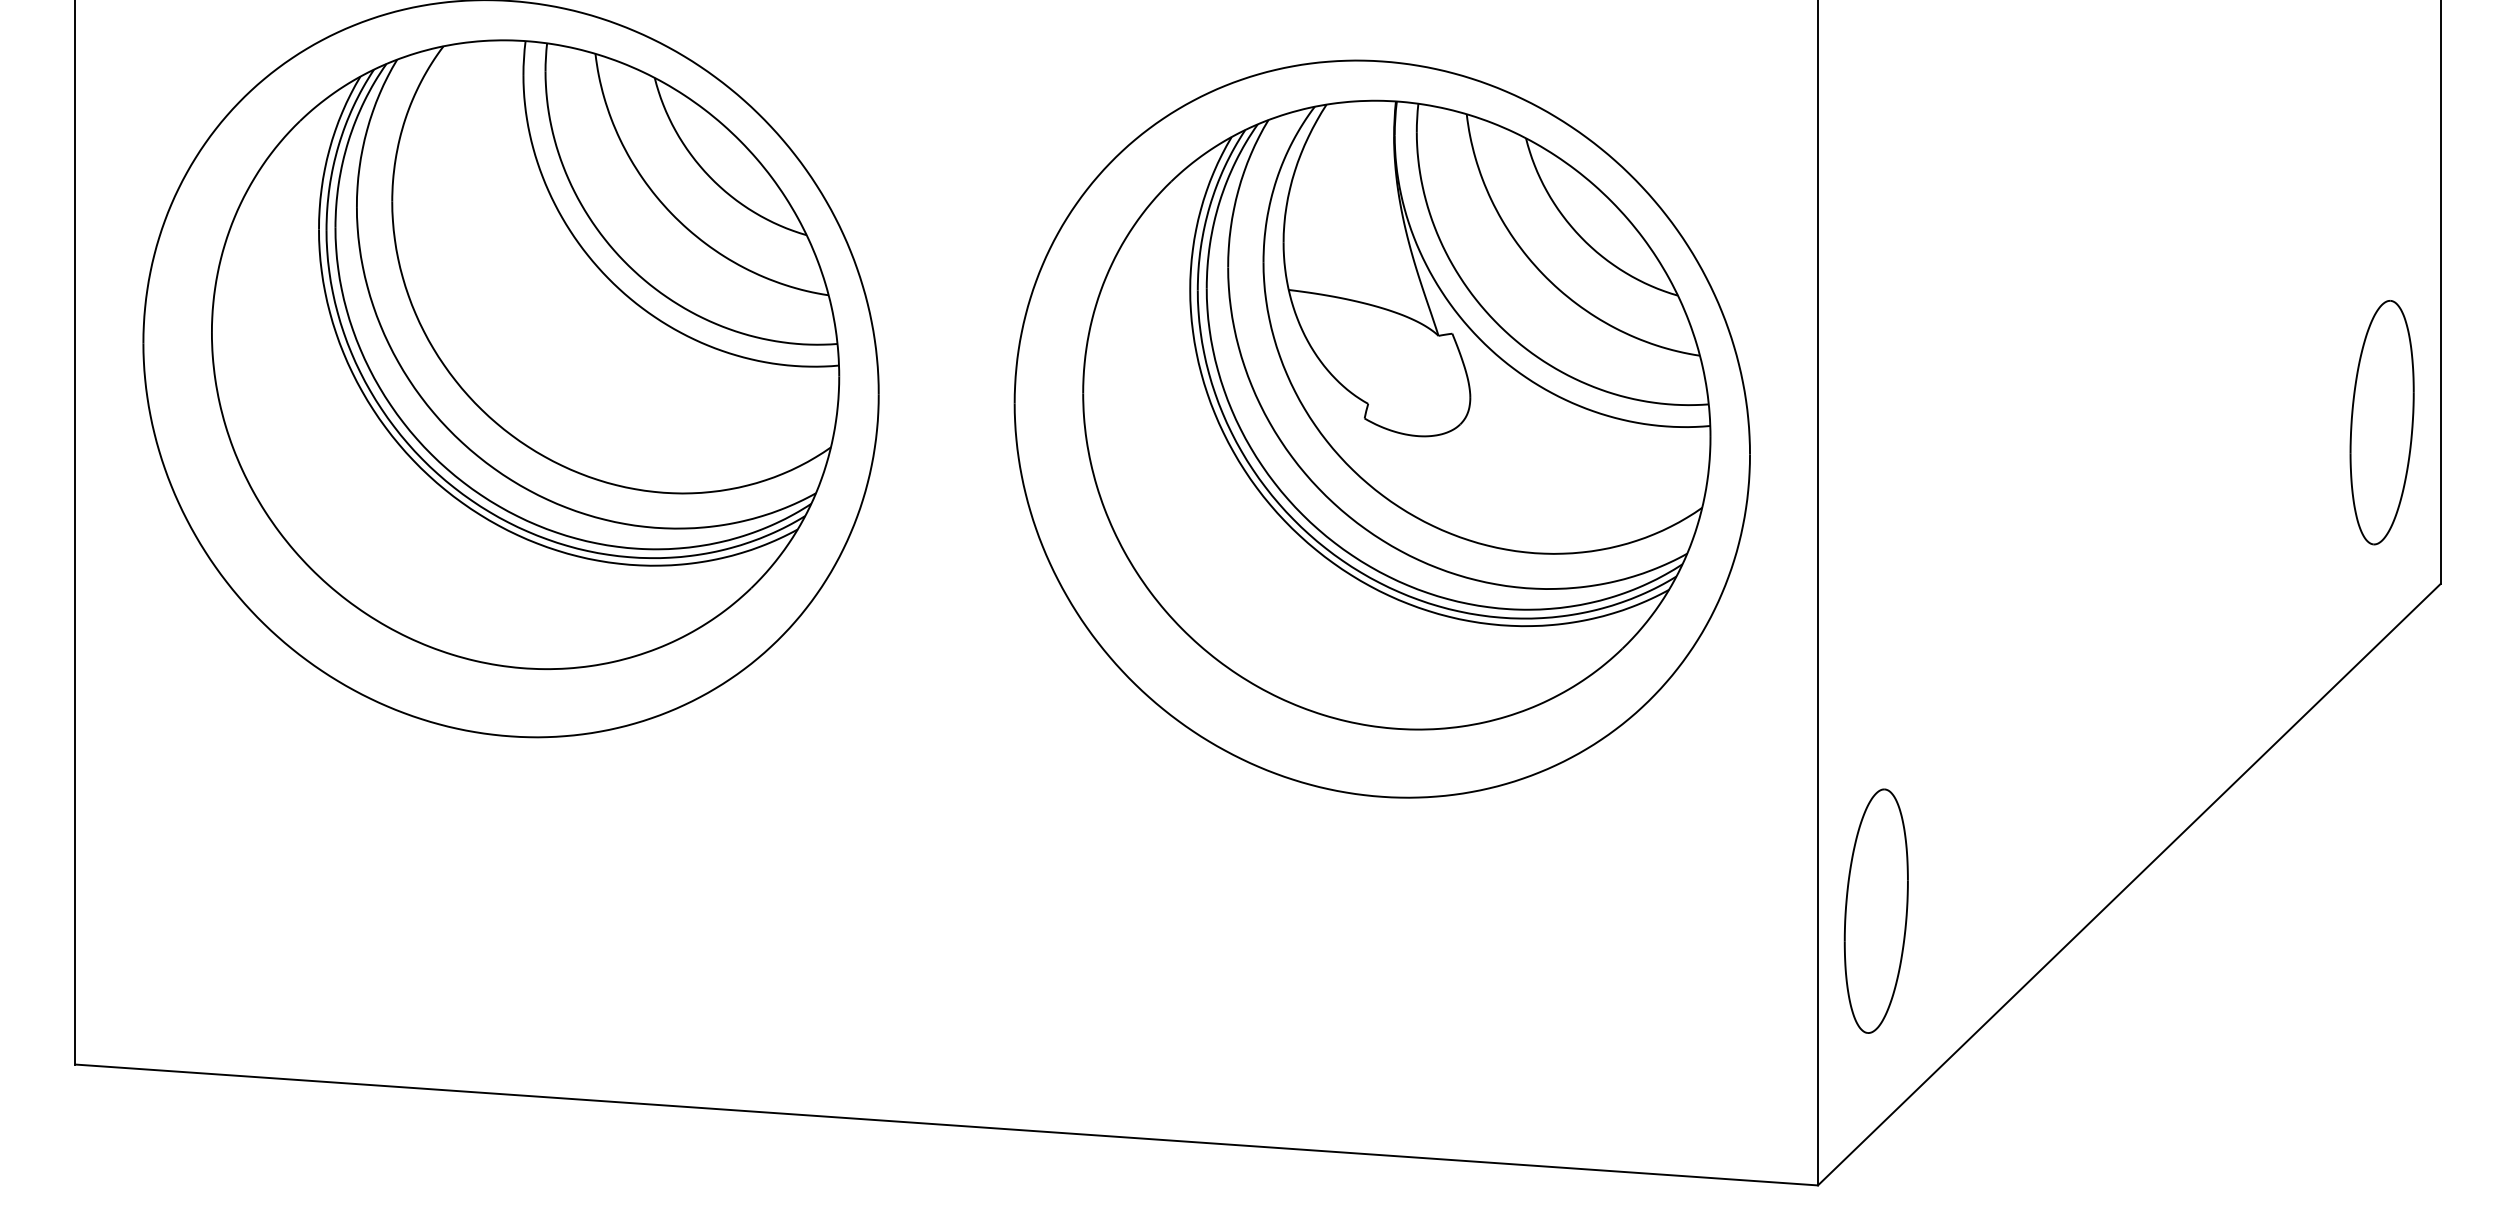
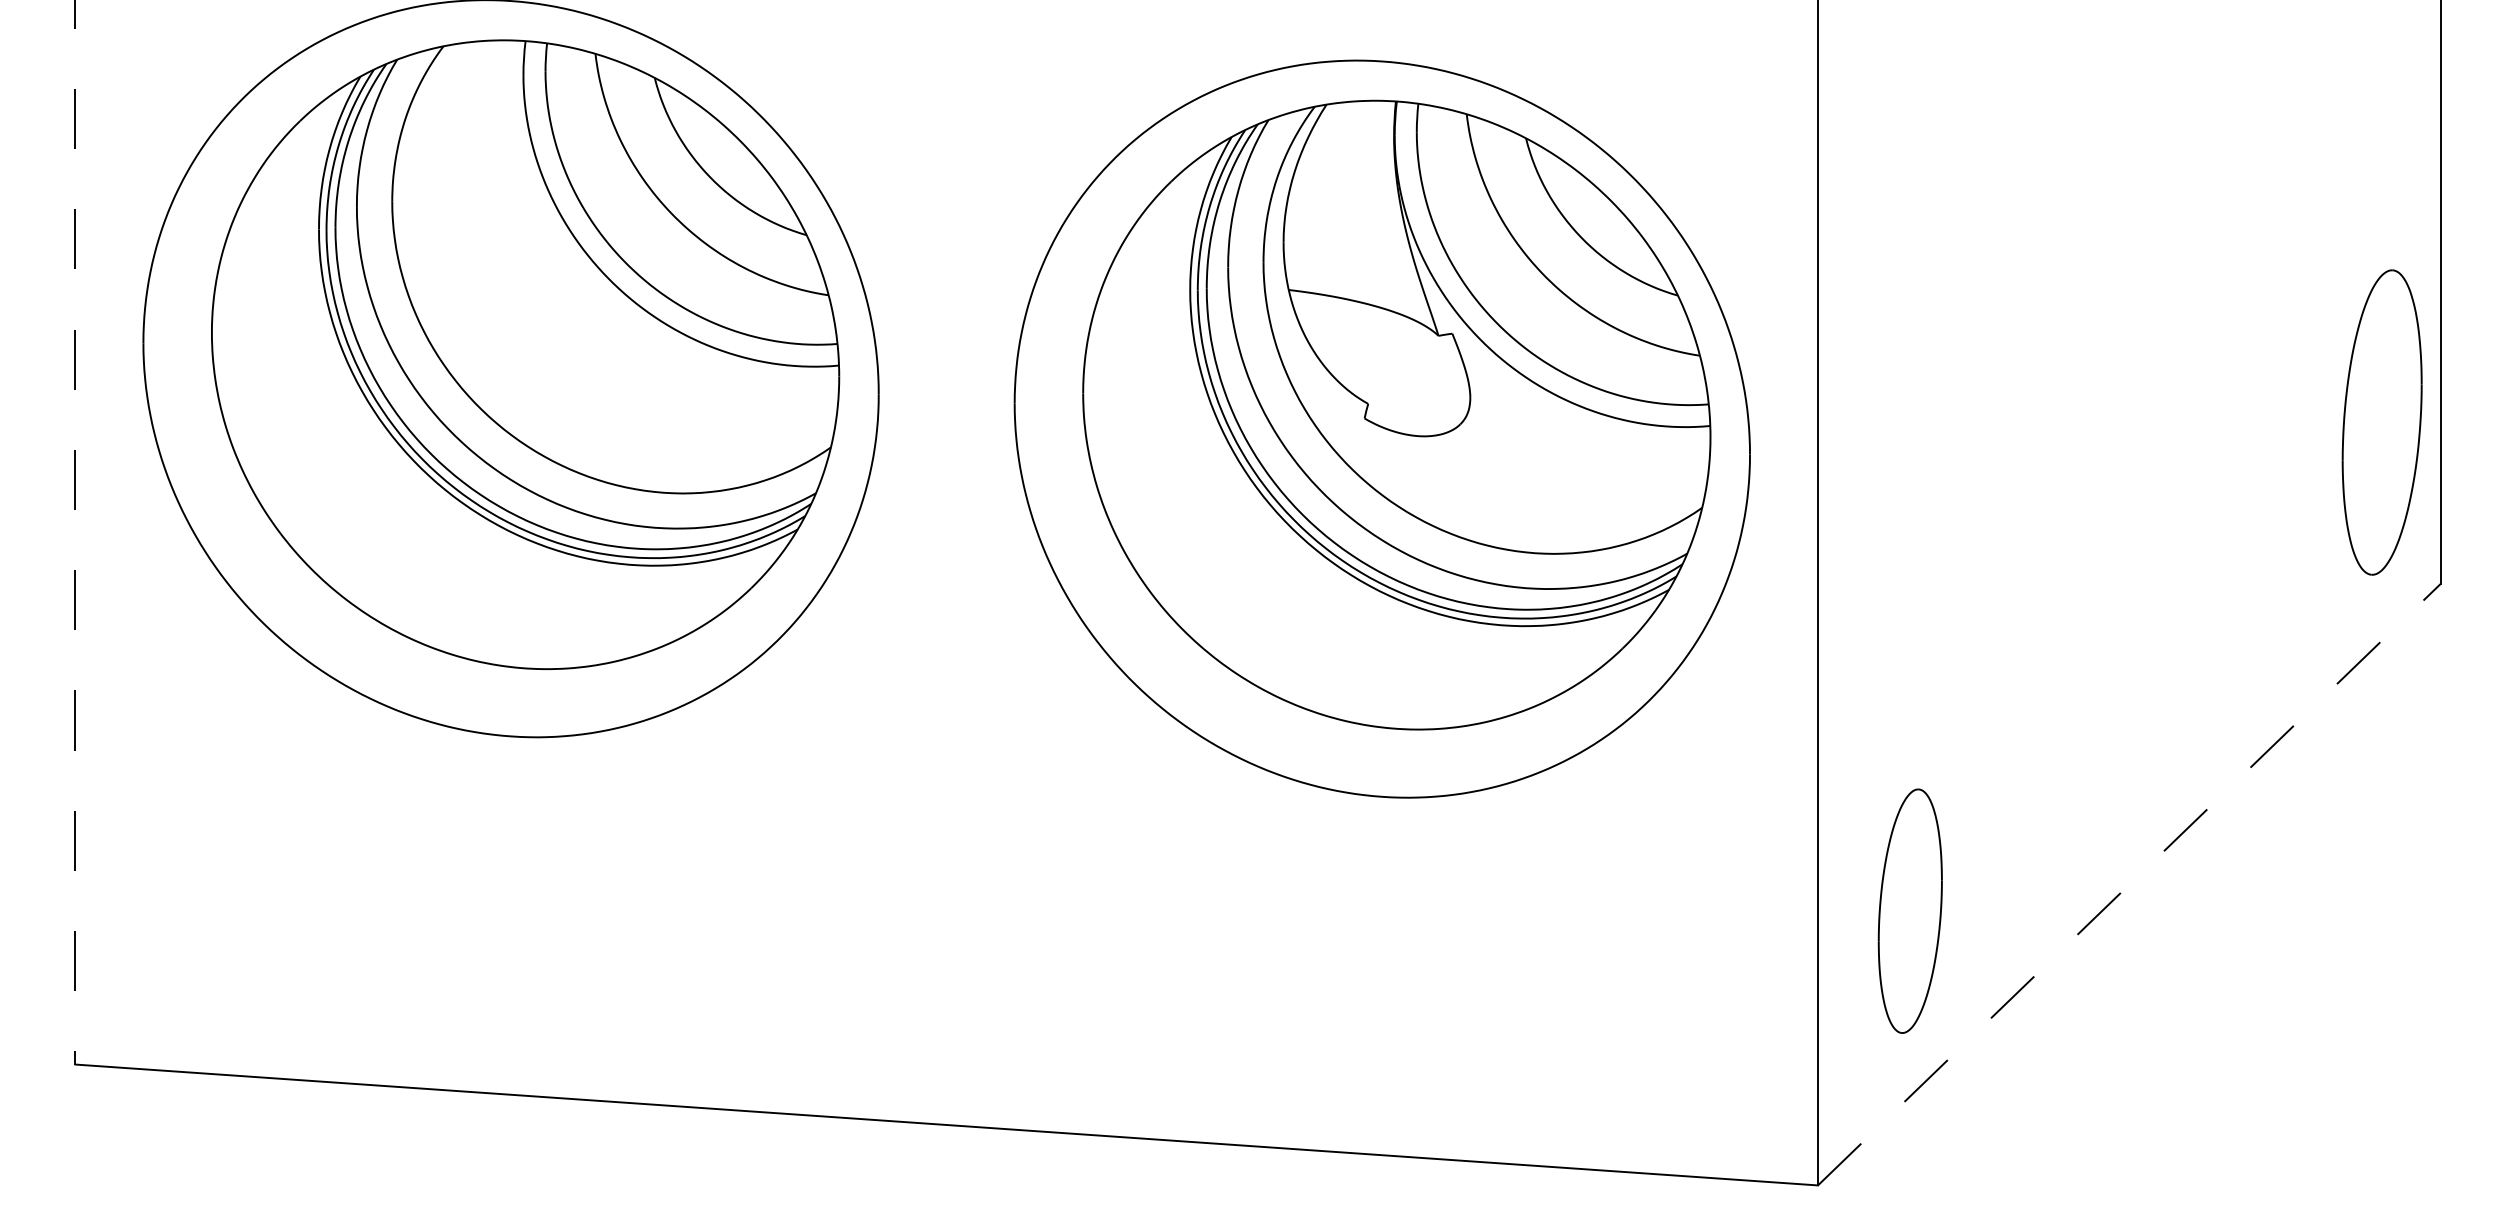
part at (2381, 422) size: 66x246 px -> 82x307 px
line at (75, 532): solid -> dashed
line at (2129, 884): solid -> dashed
part at (1875, 910) position: (1875, 910) -> (1909, 910)
